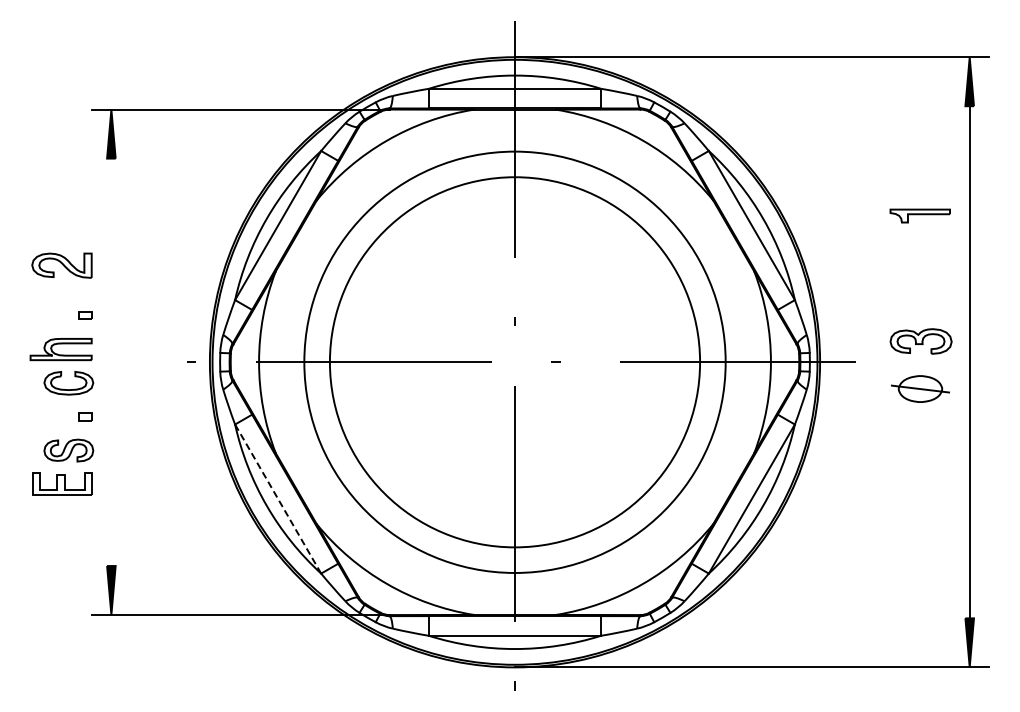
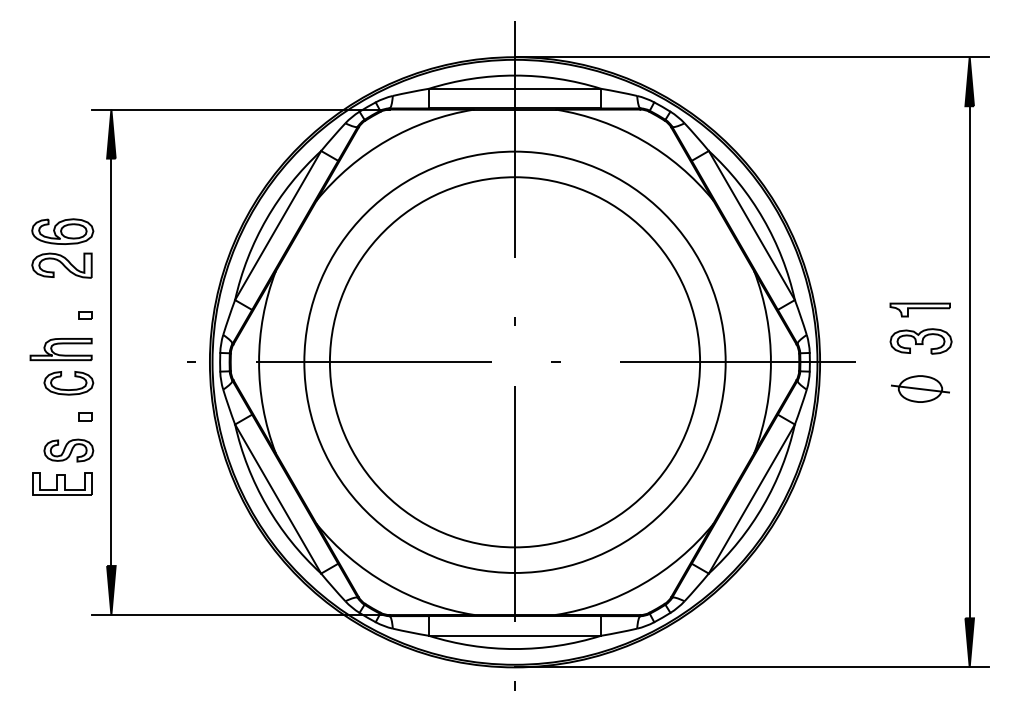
part at (919, 215) position: (919, 215) -> (919, 309)
part at (62, 231): none -> present
line at (111, 362): none -> present
line at (277, 498): dashed -> solid
